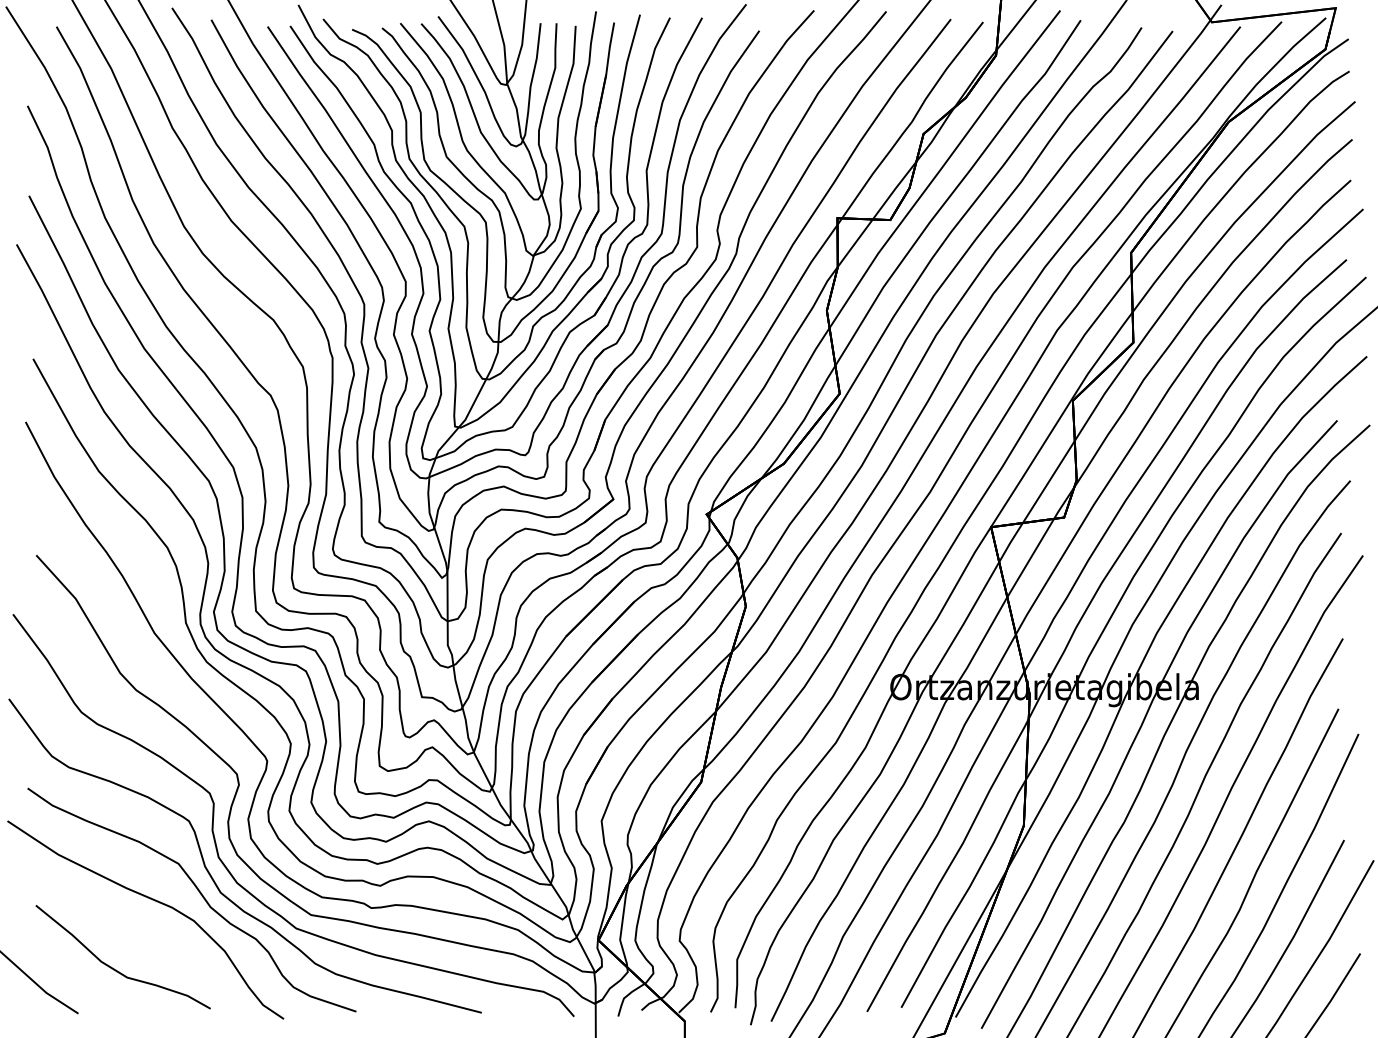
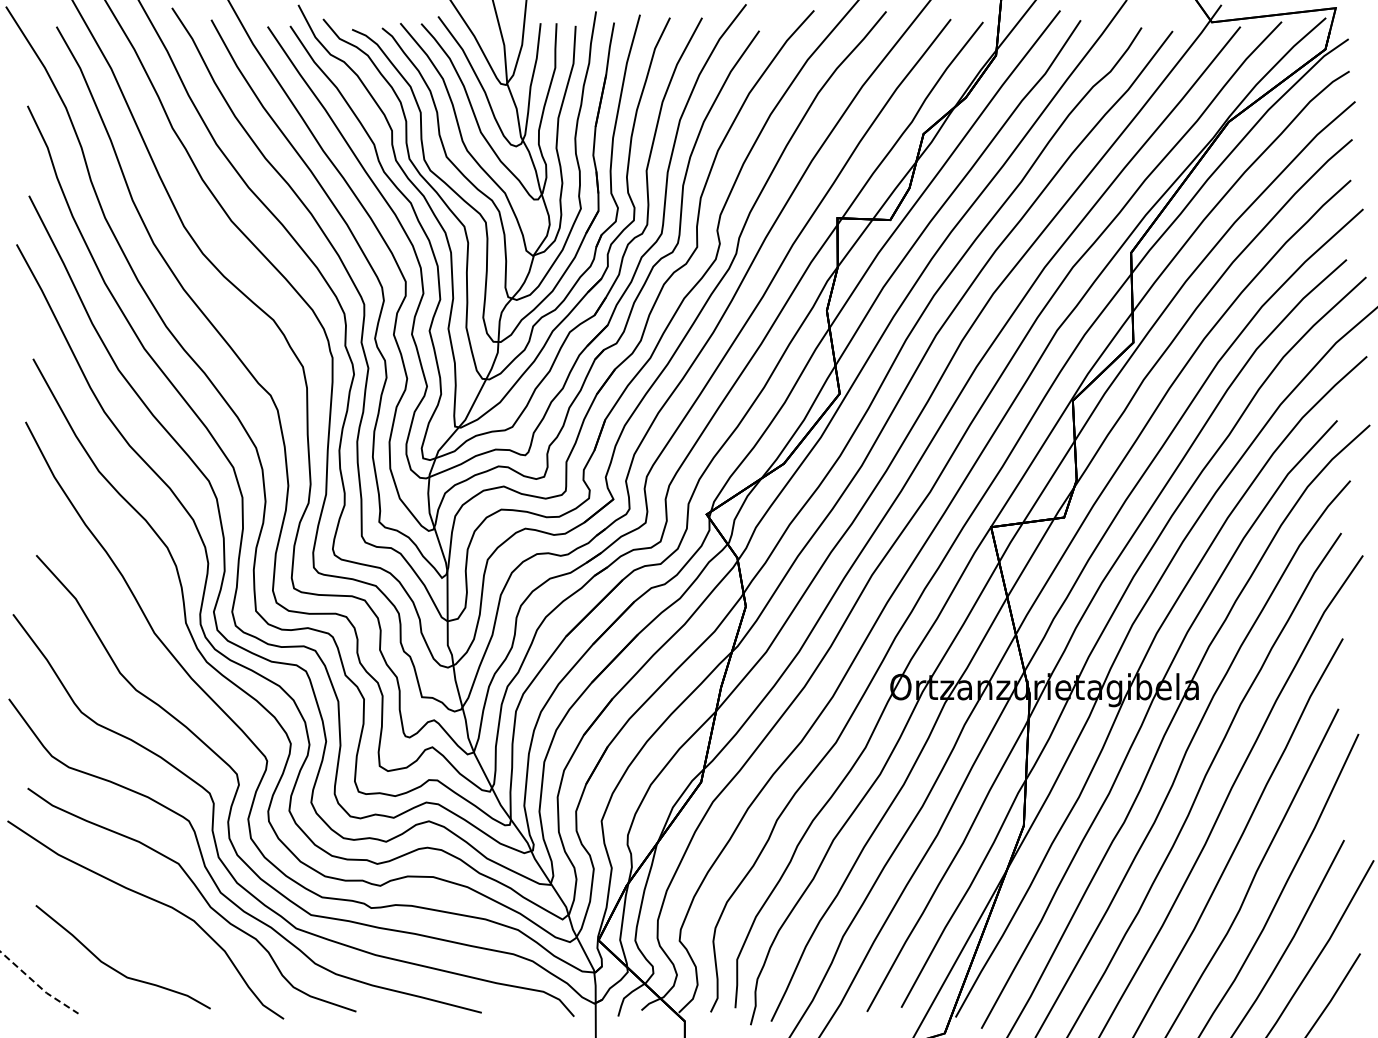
line at (38, 985): solid -> dashed
